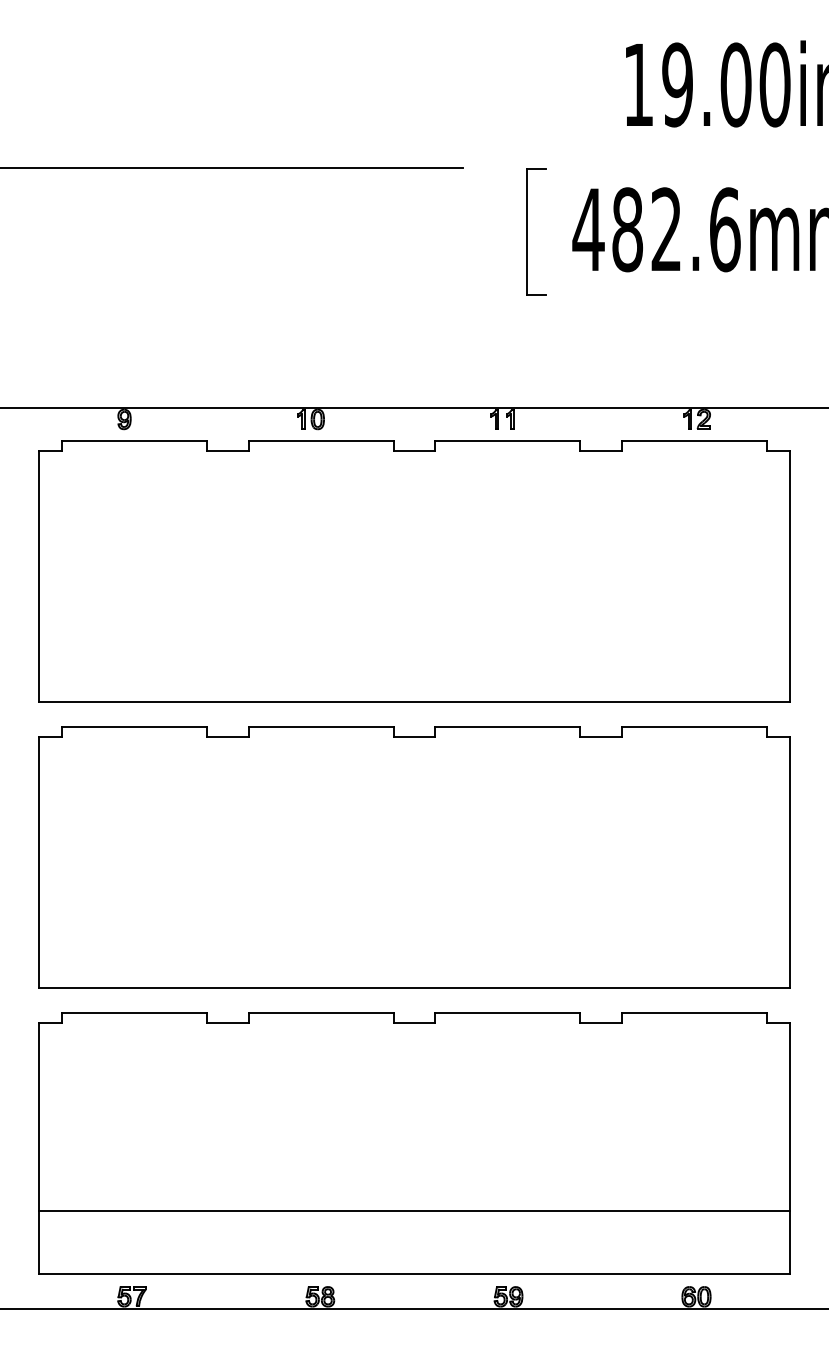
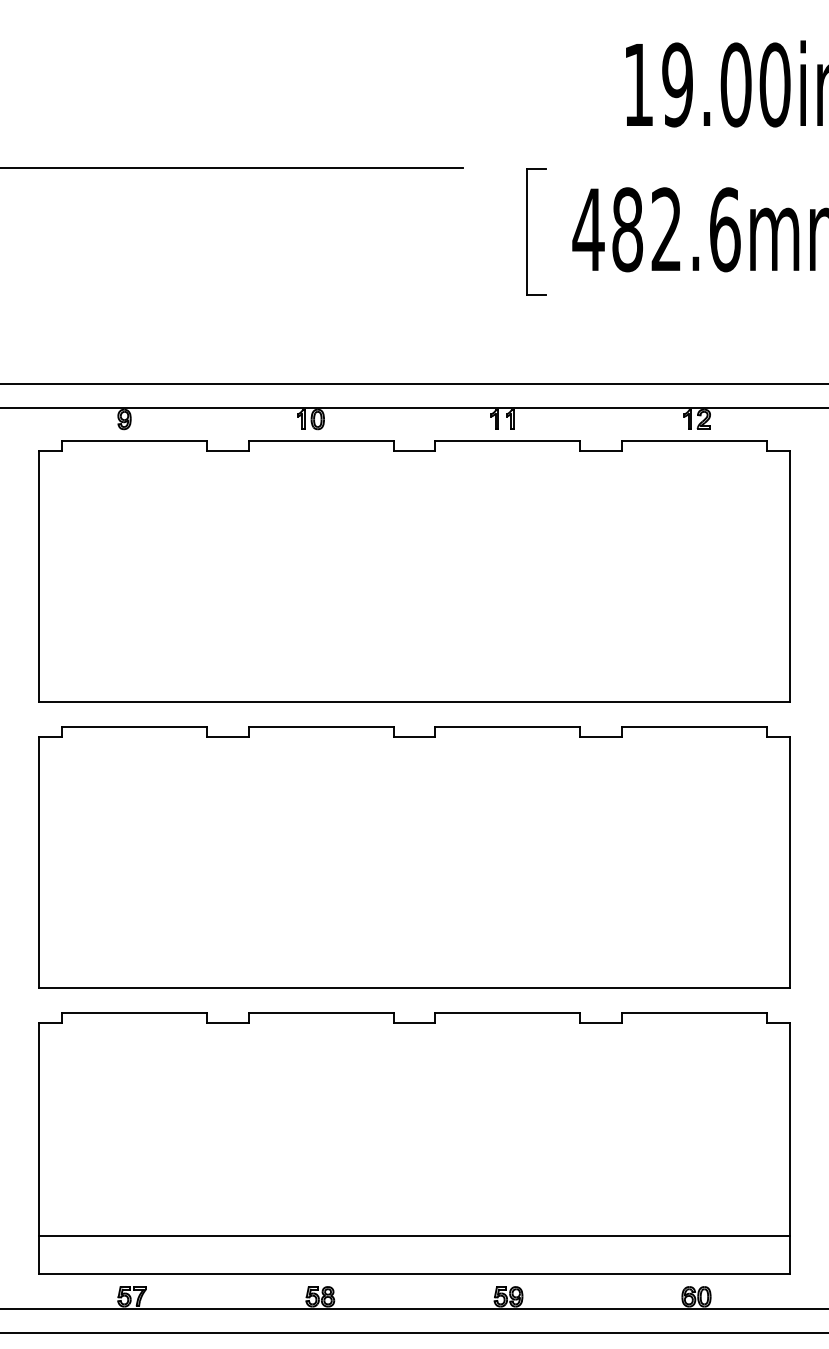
line at (413, 383): none -> present
line at (414, 1211) position: (414, 1211) -> (414, 1236)
line at (413, 1333): none -> present
